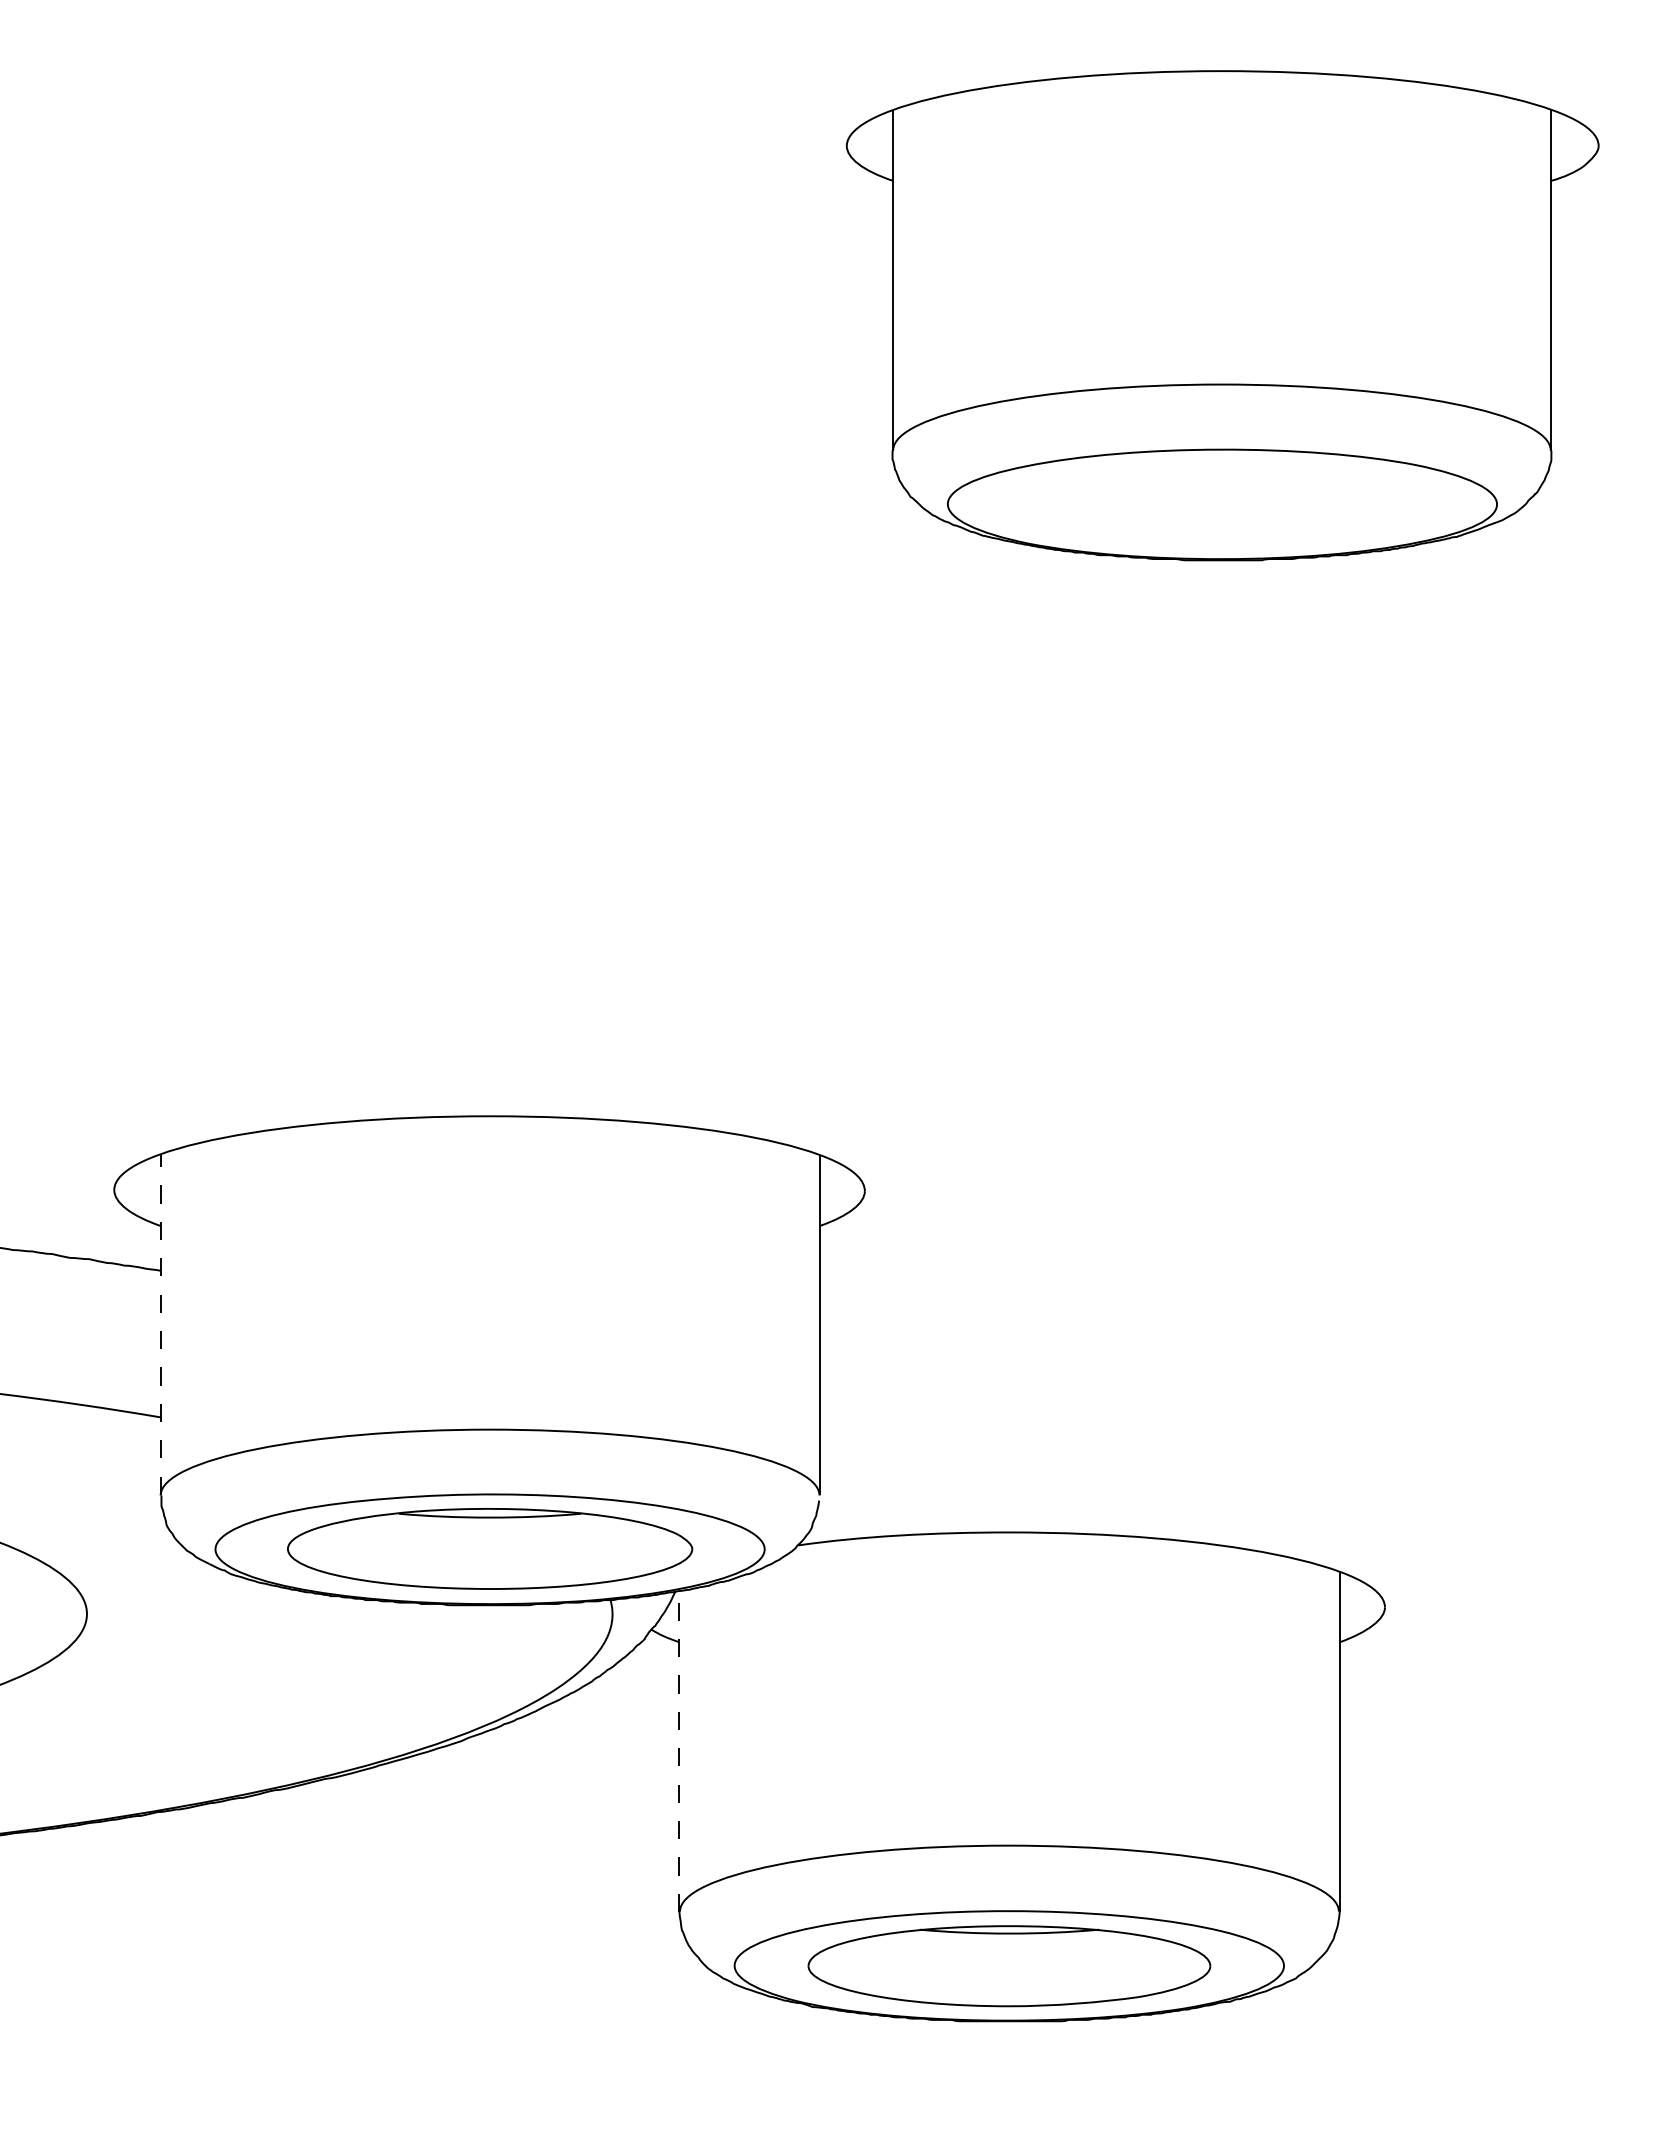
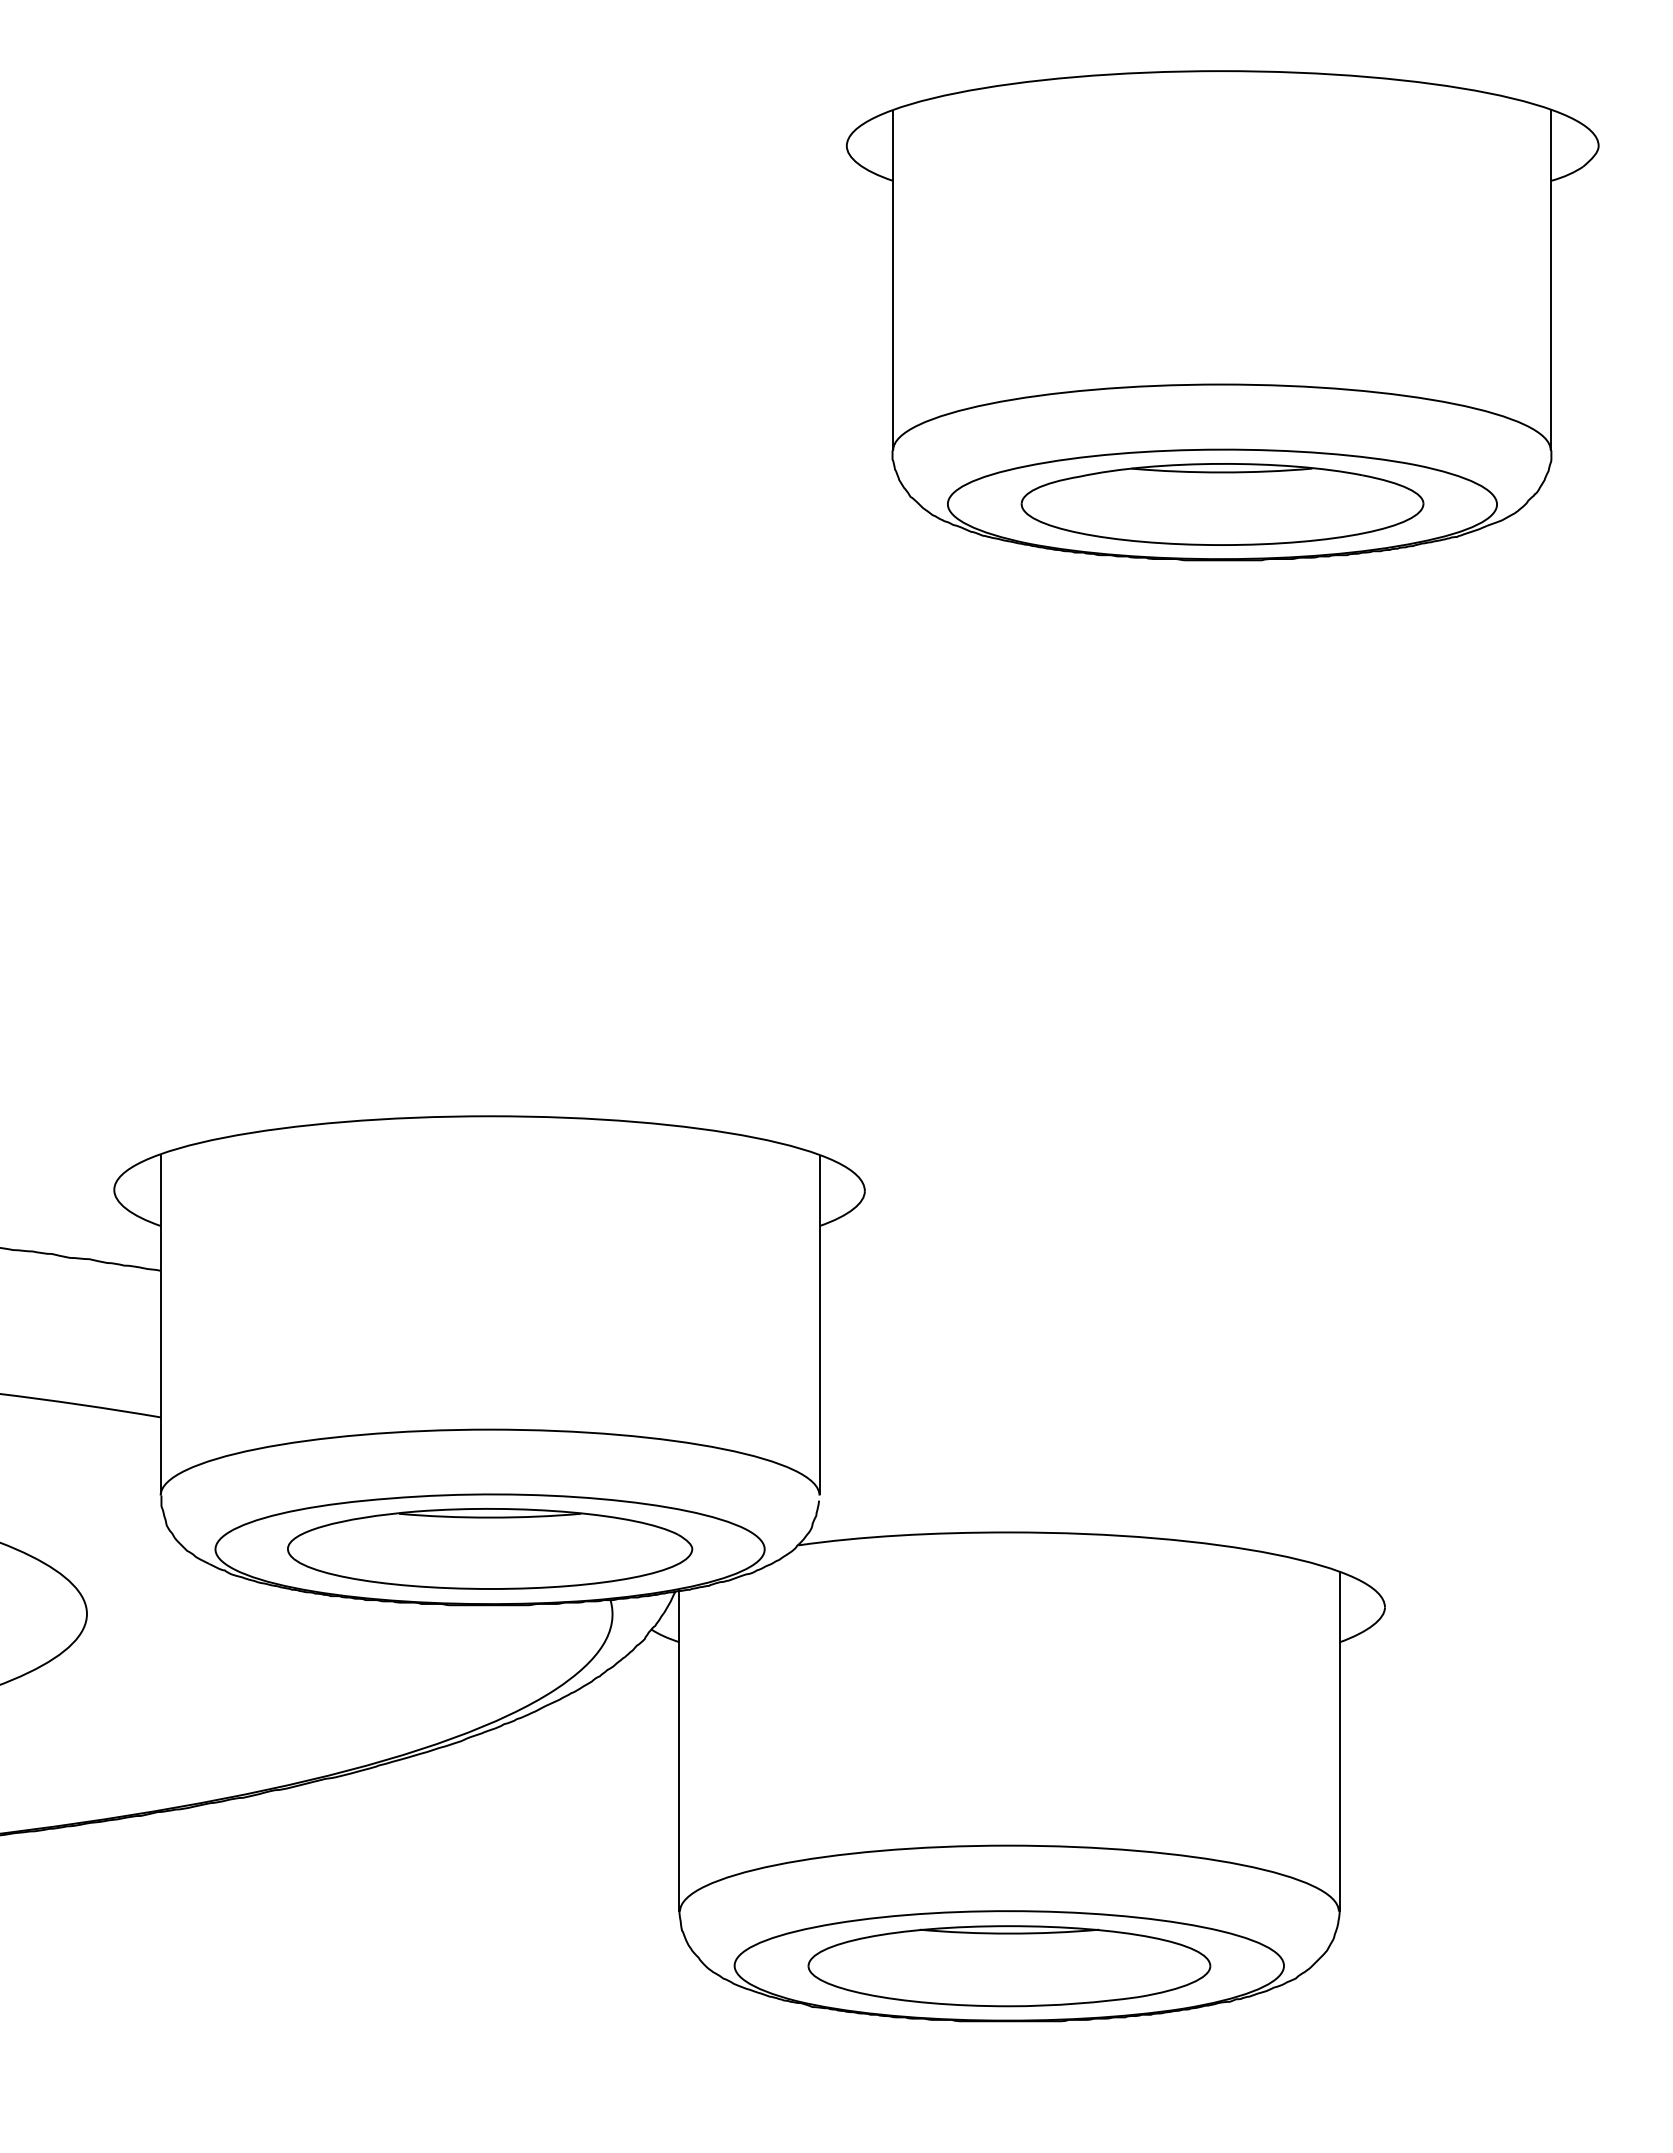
part at (1222, 504): none -> present
line at (161, 1324): dashed -> solid
line at (679, 1751): dashed -> solid
